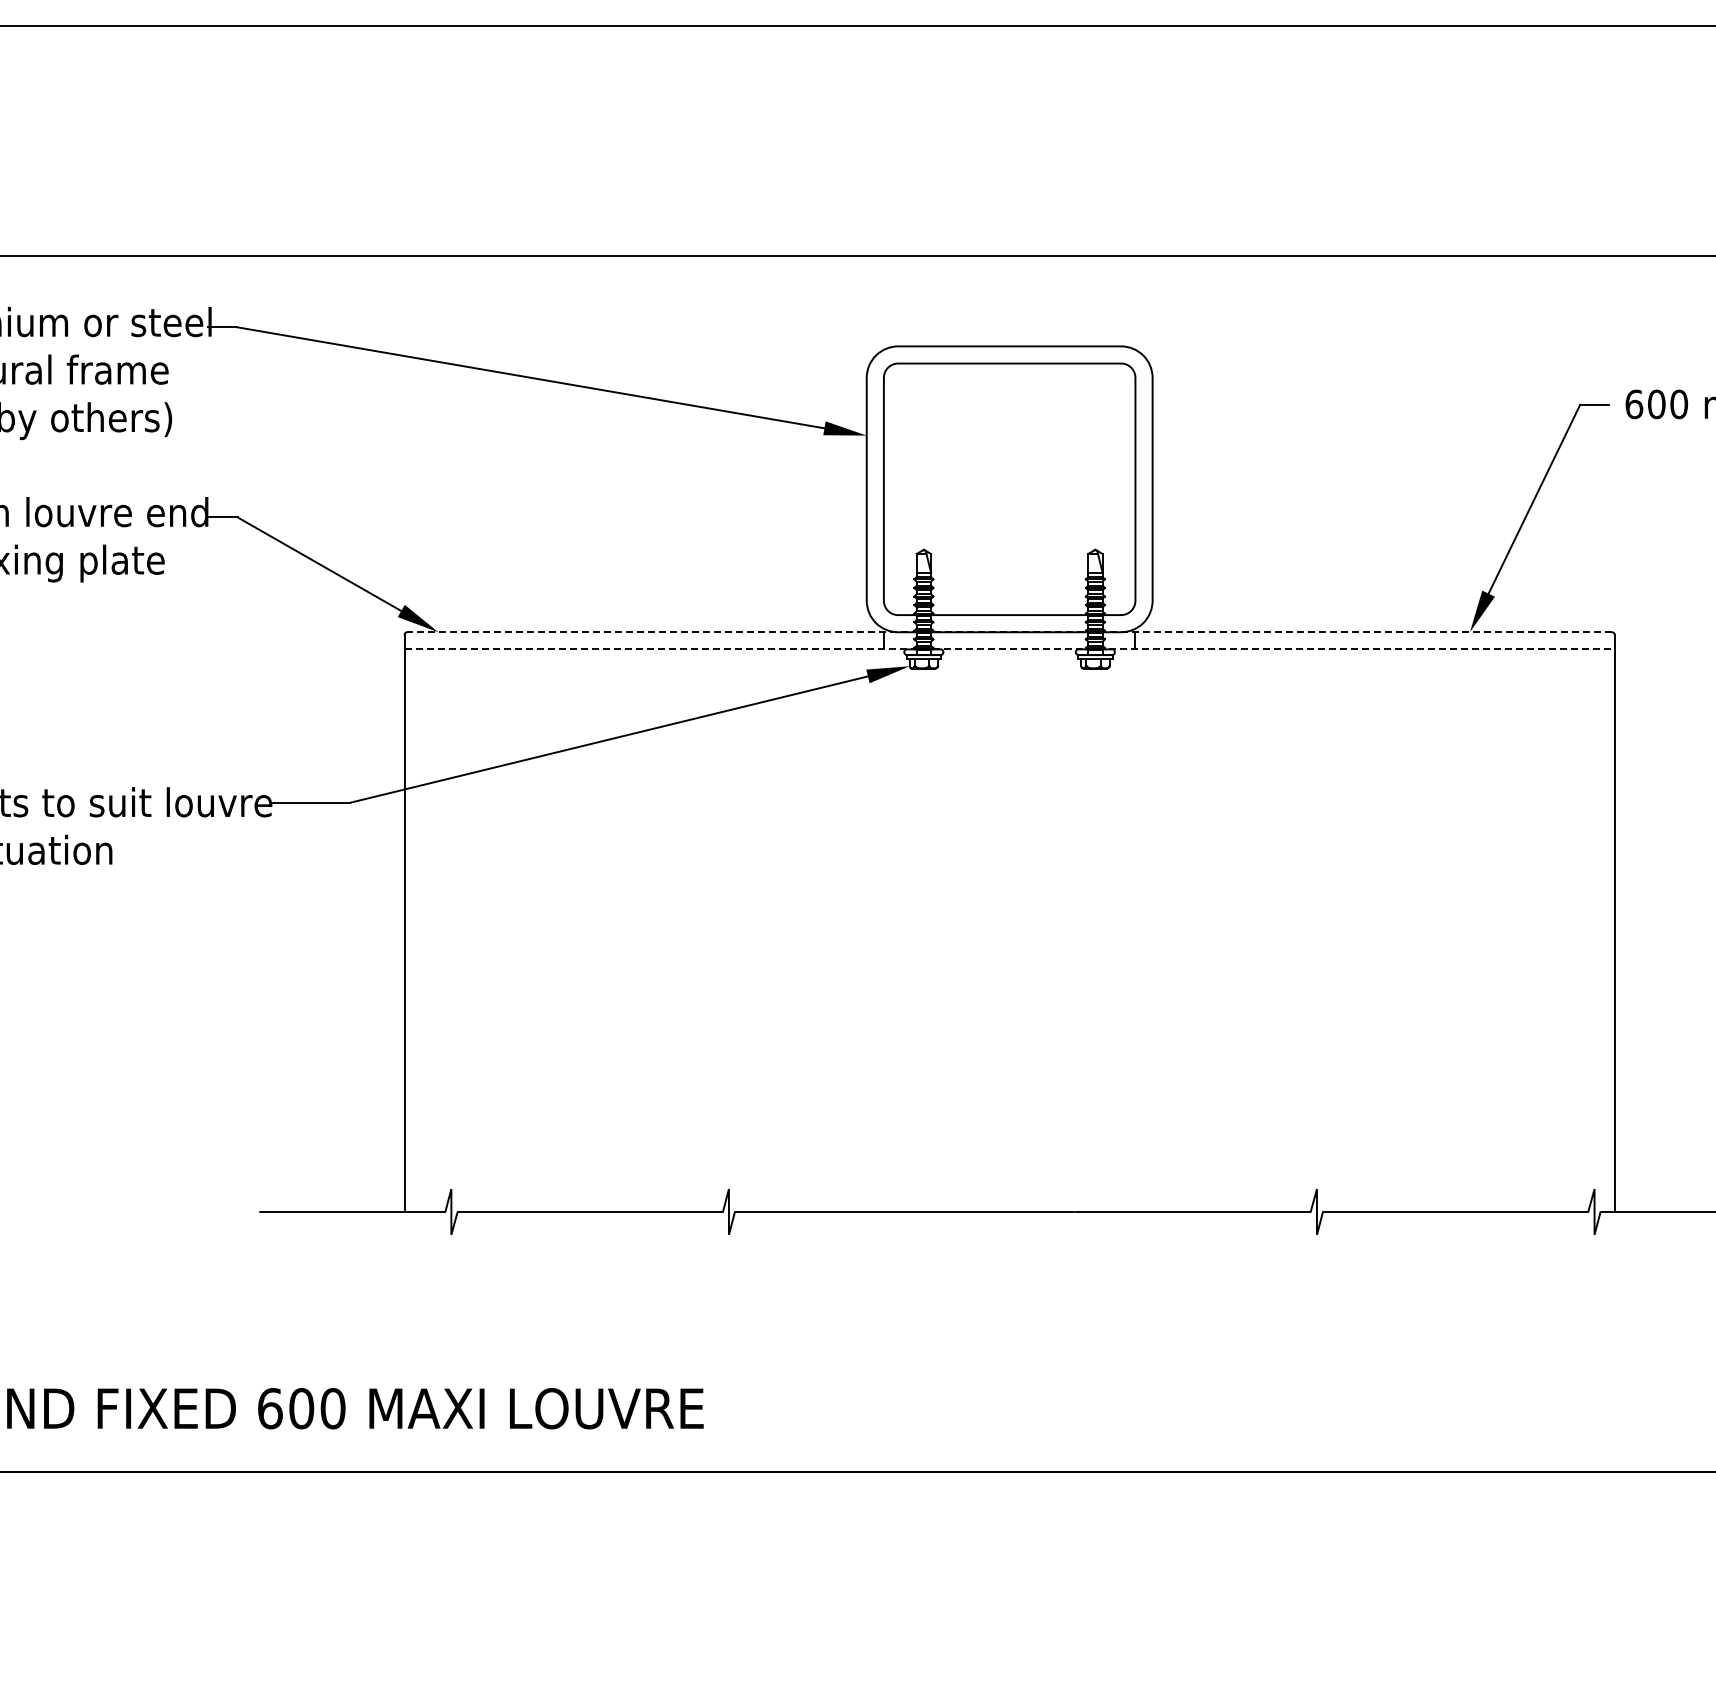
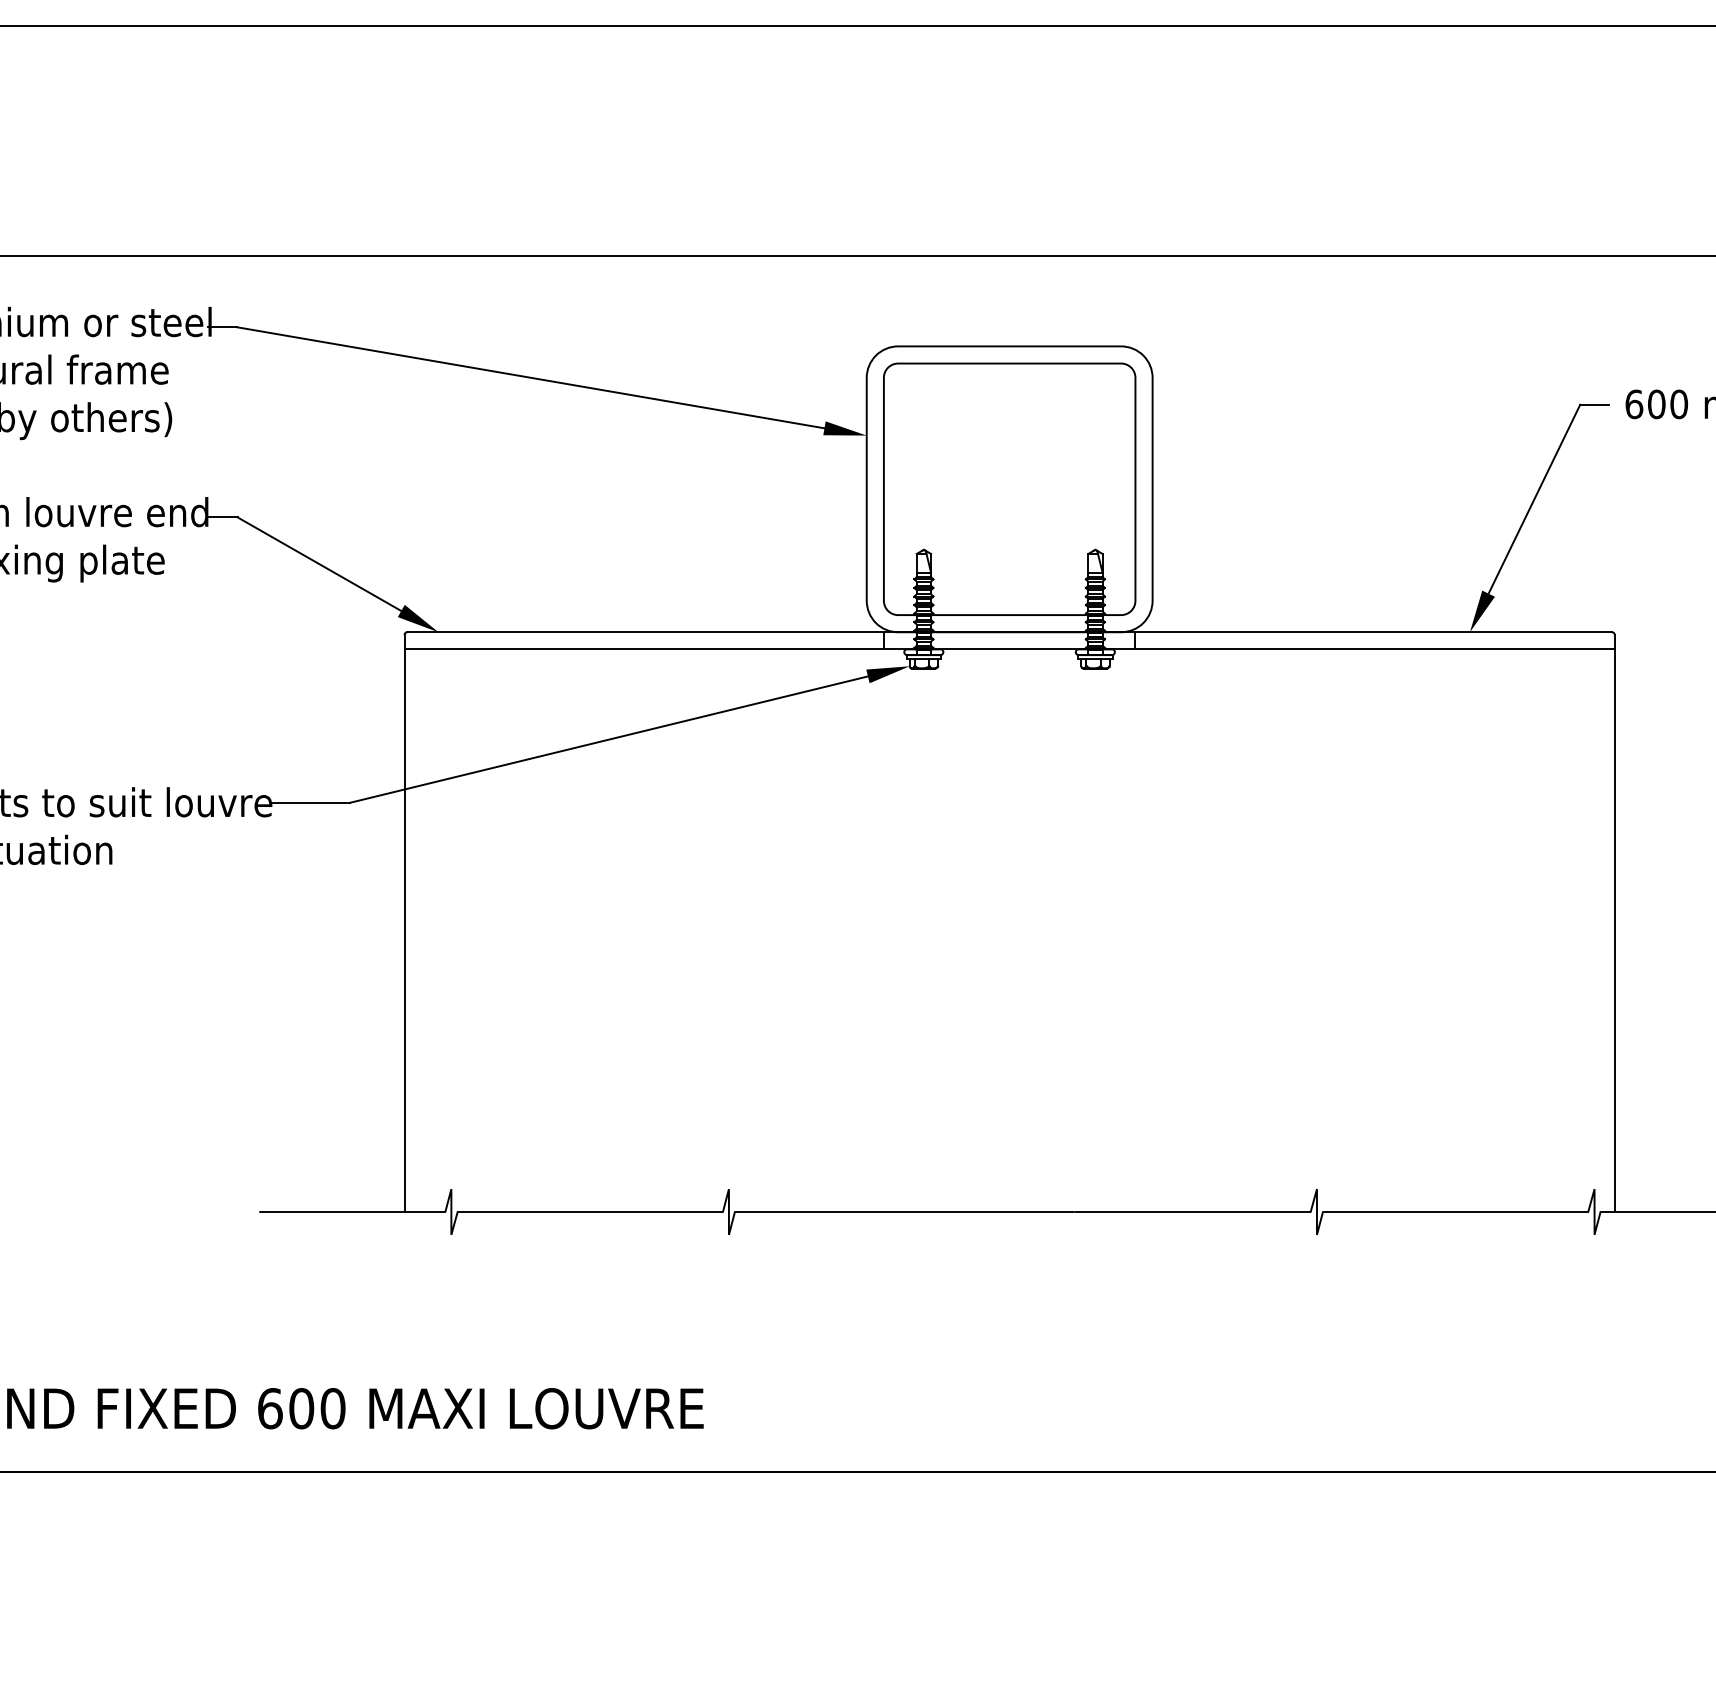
line at (1009, 632): dashed -> solid
line at (1010, 649): dashed -> solid
